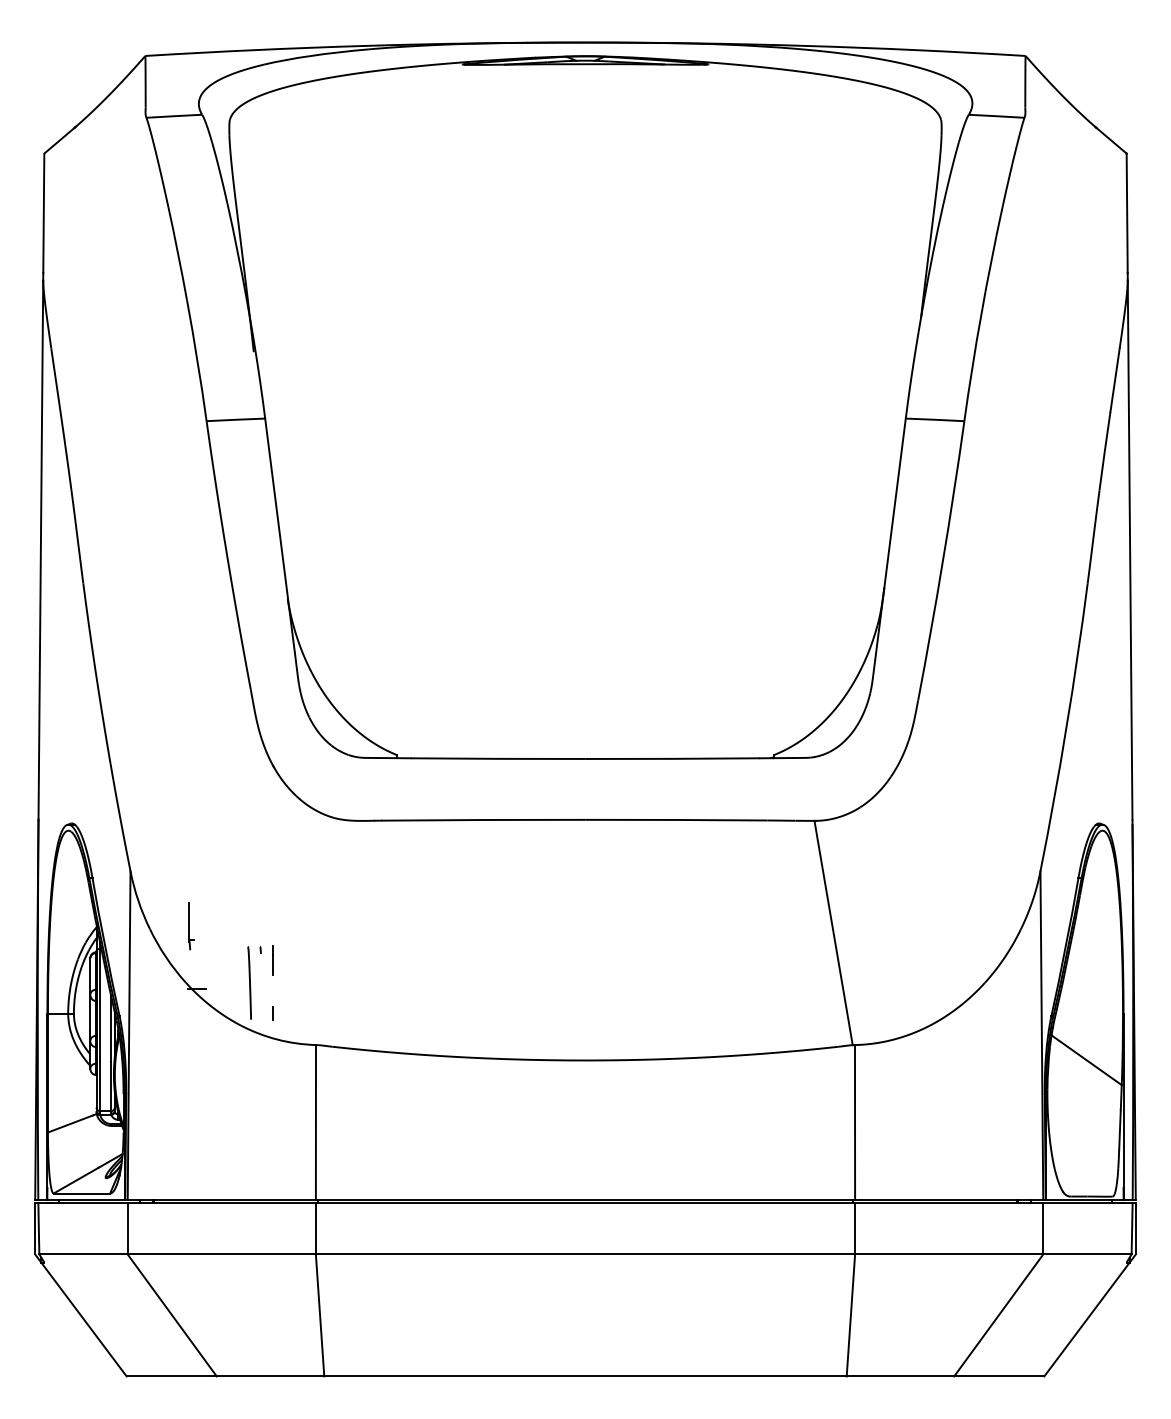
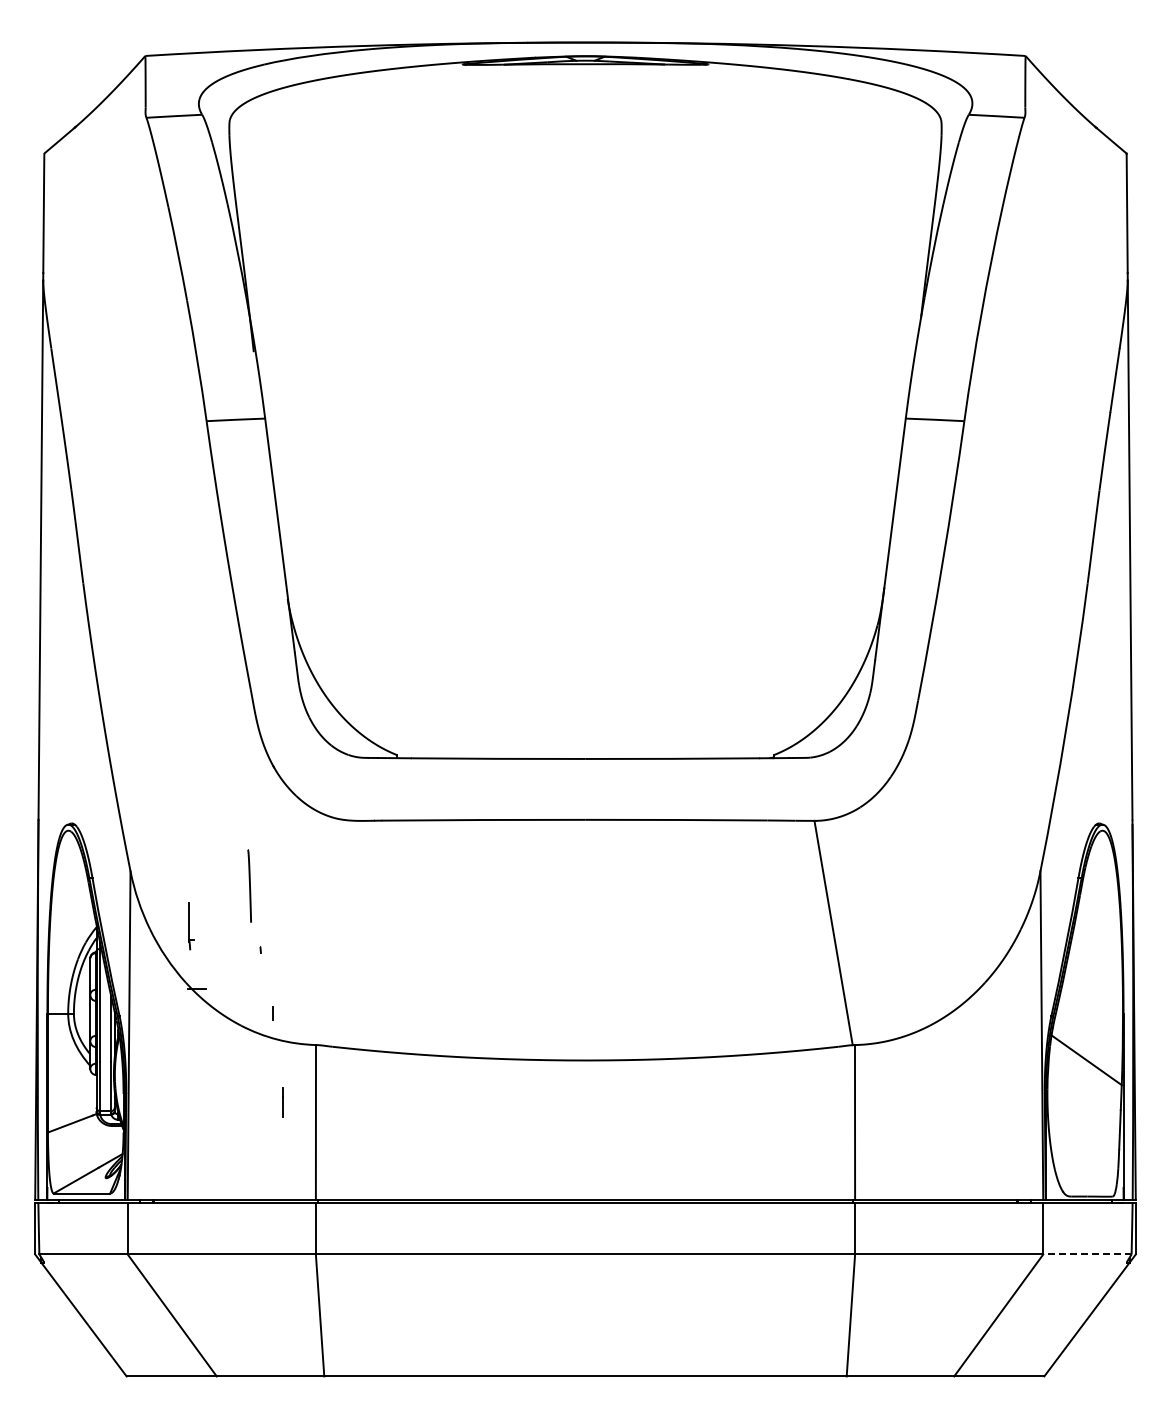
line at (272, 960) position: (272, 960) -> (282, 1102)
line at (249, 982) position: (249, 982) -> (249, 885)
line at (1086, 1254): solid -> dashed
